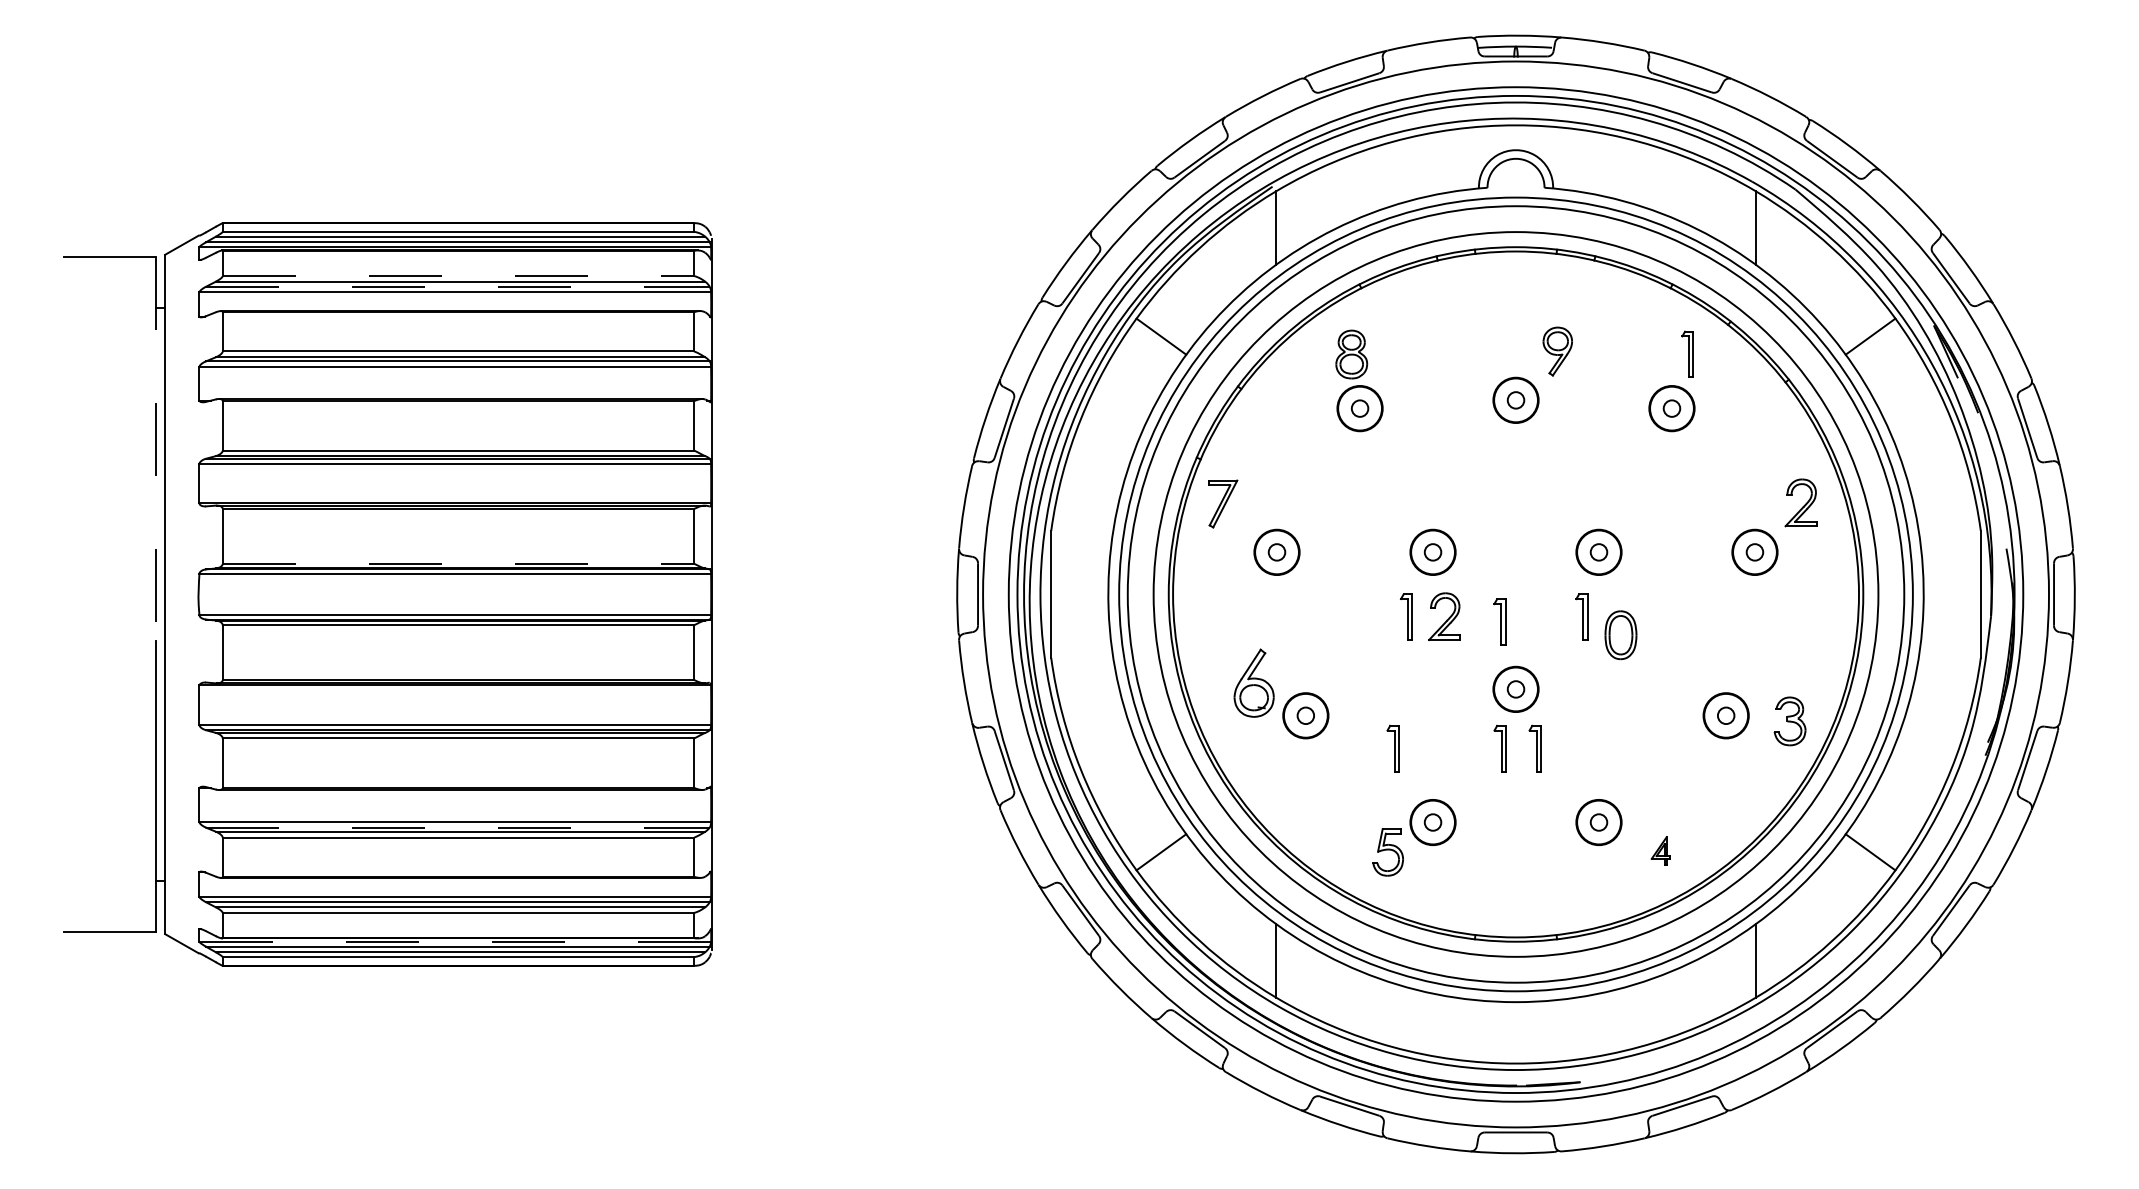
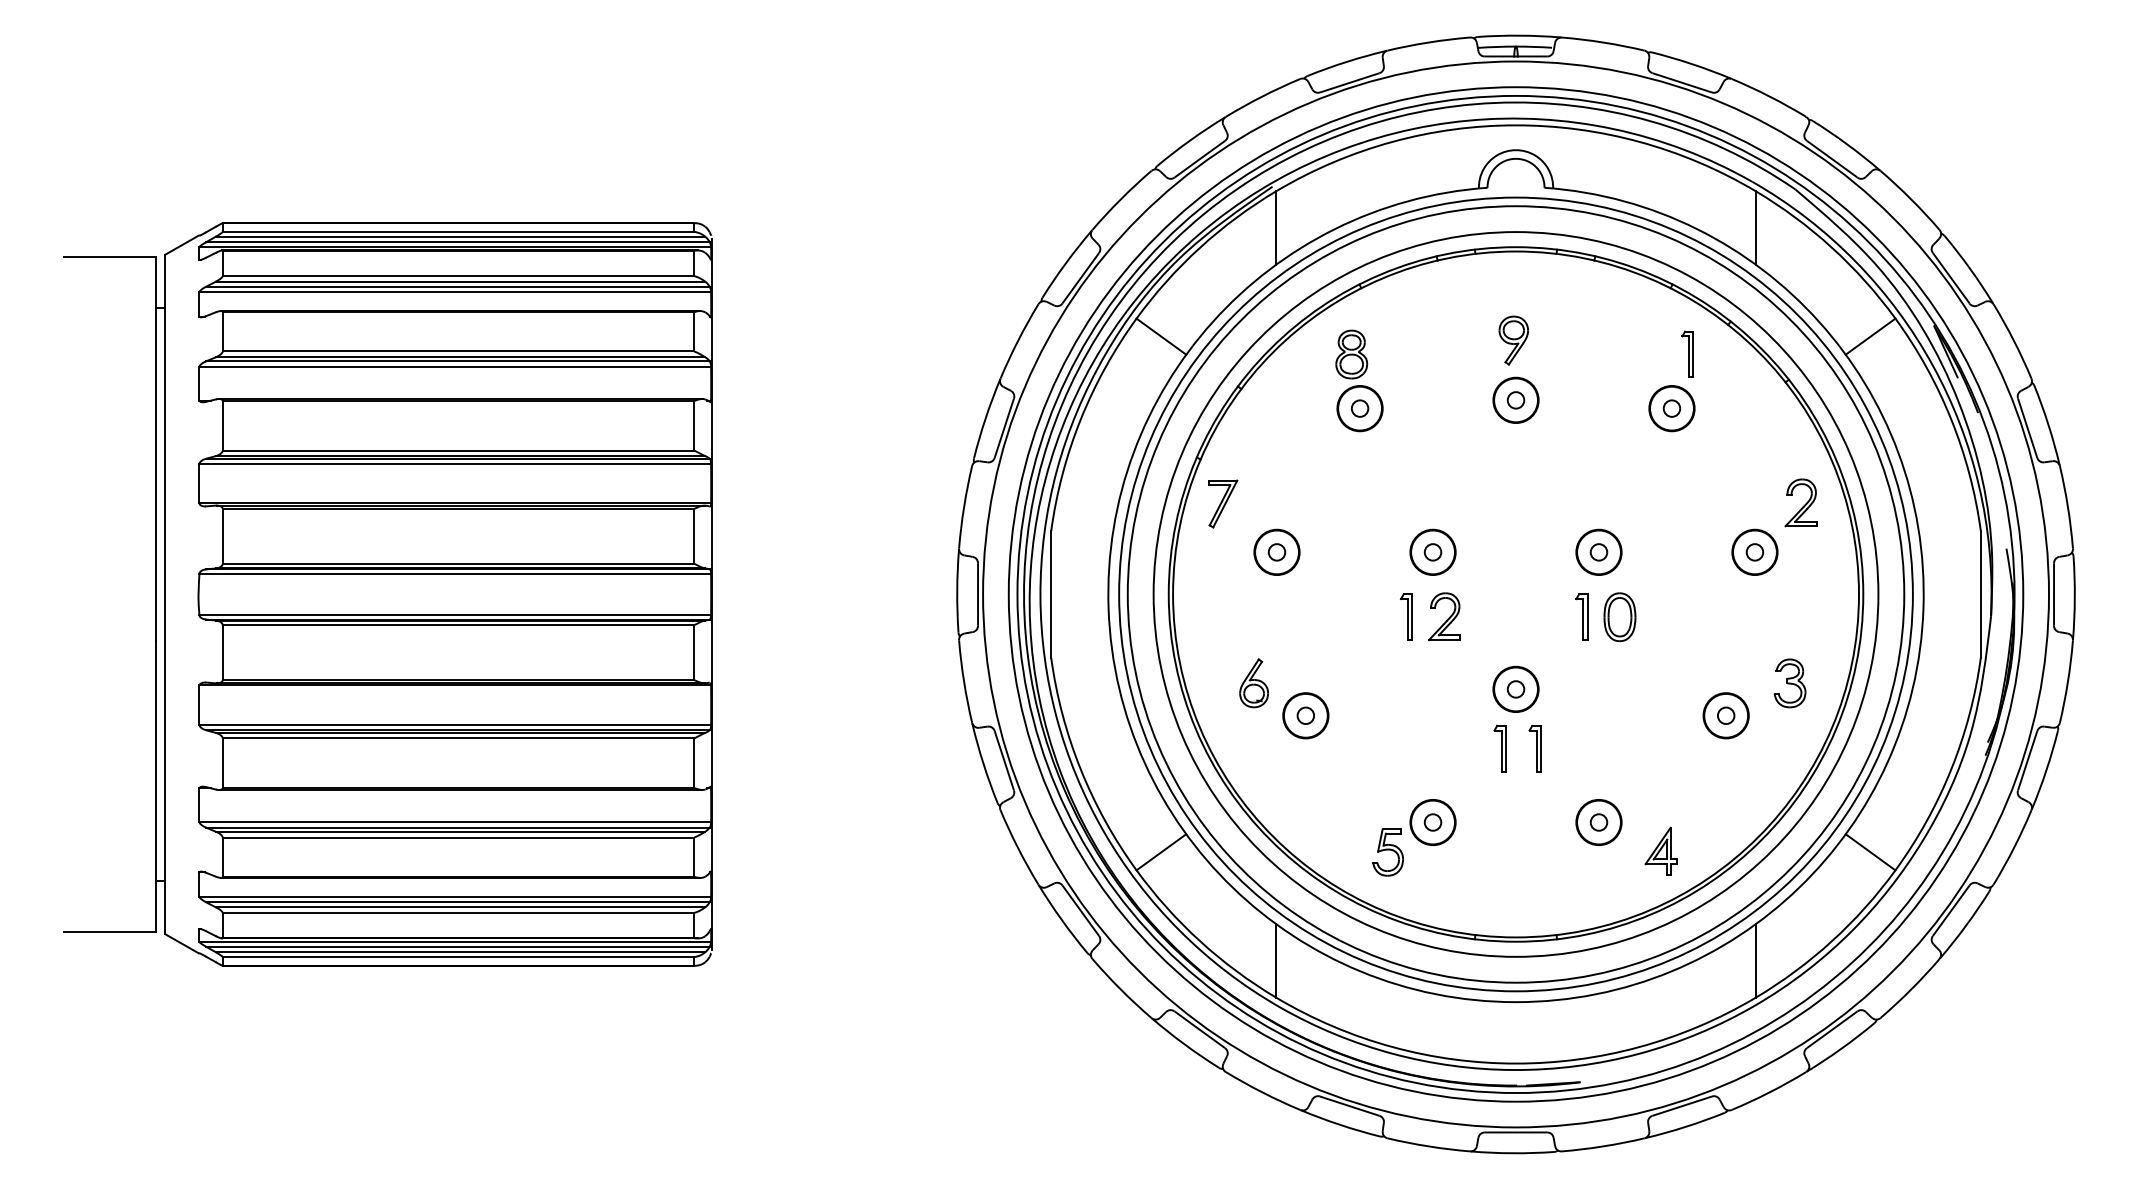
line at (458, 276): dashed -> solid
line at (457, 286): dashed -> solid
part at (1557, 351) position: (1557, 351) -> (1513, 340)
line at (155, 449): dashed -> solid
line at (458, 563): dashed -> solid
part at (1499, 621): present -> none
part at (1620, 635) position: (1620, 635) -> (1619, 617)
part at (1253, 682) size: 42x70 px -> 30x51 px
part at (1789, 721) position: (1789, 721) -> (1789, 683)
part at (1392, 748): present -> none
line at (457, 827): dashed -> solid
part at (1660, 850) size: 21x30 px -> 34x50 px
line at (455, 942): dashed -> solid
